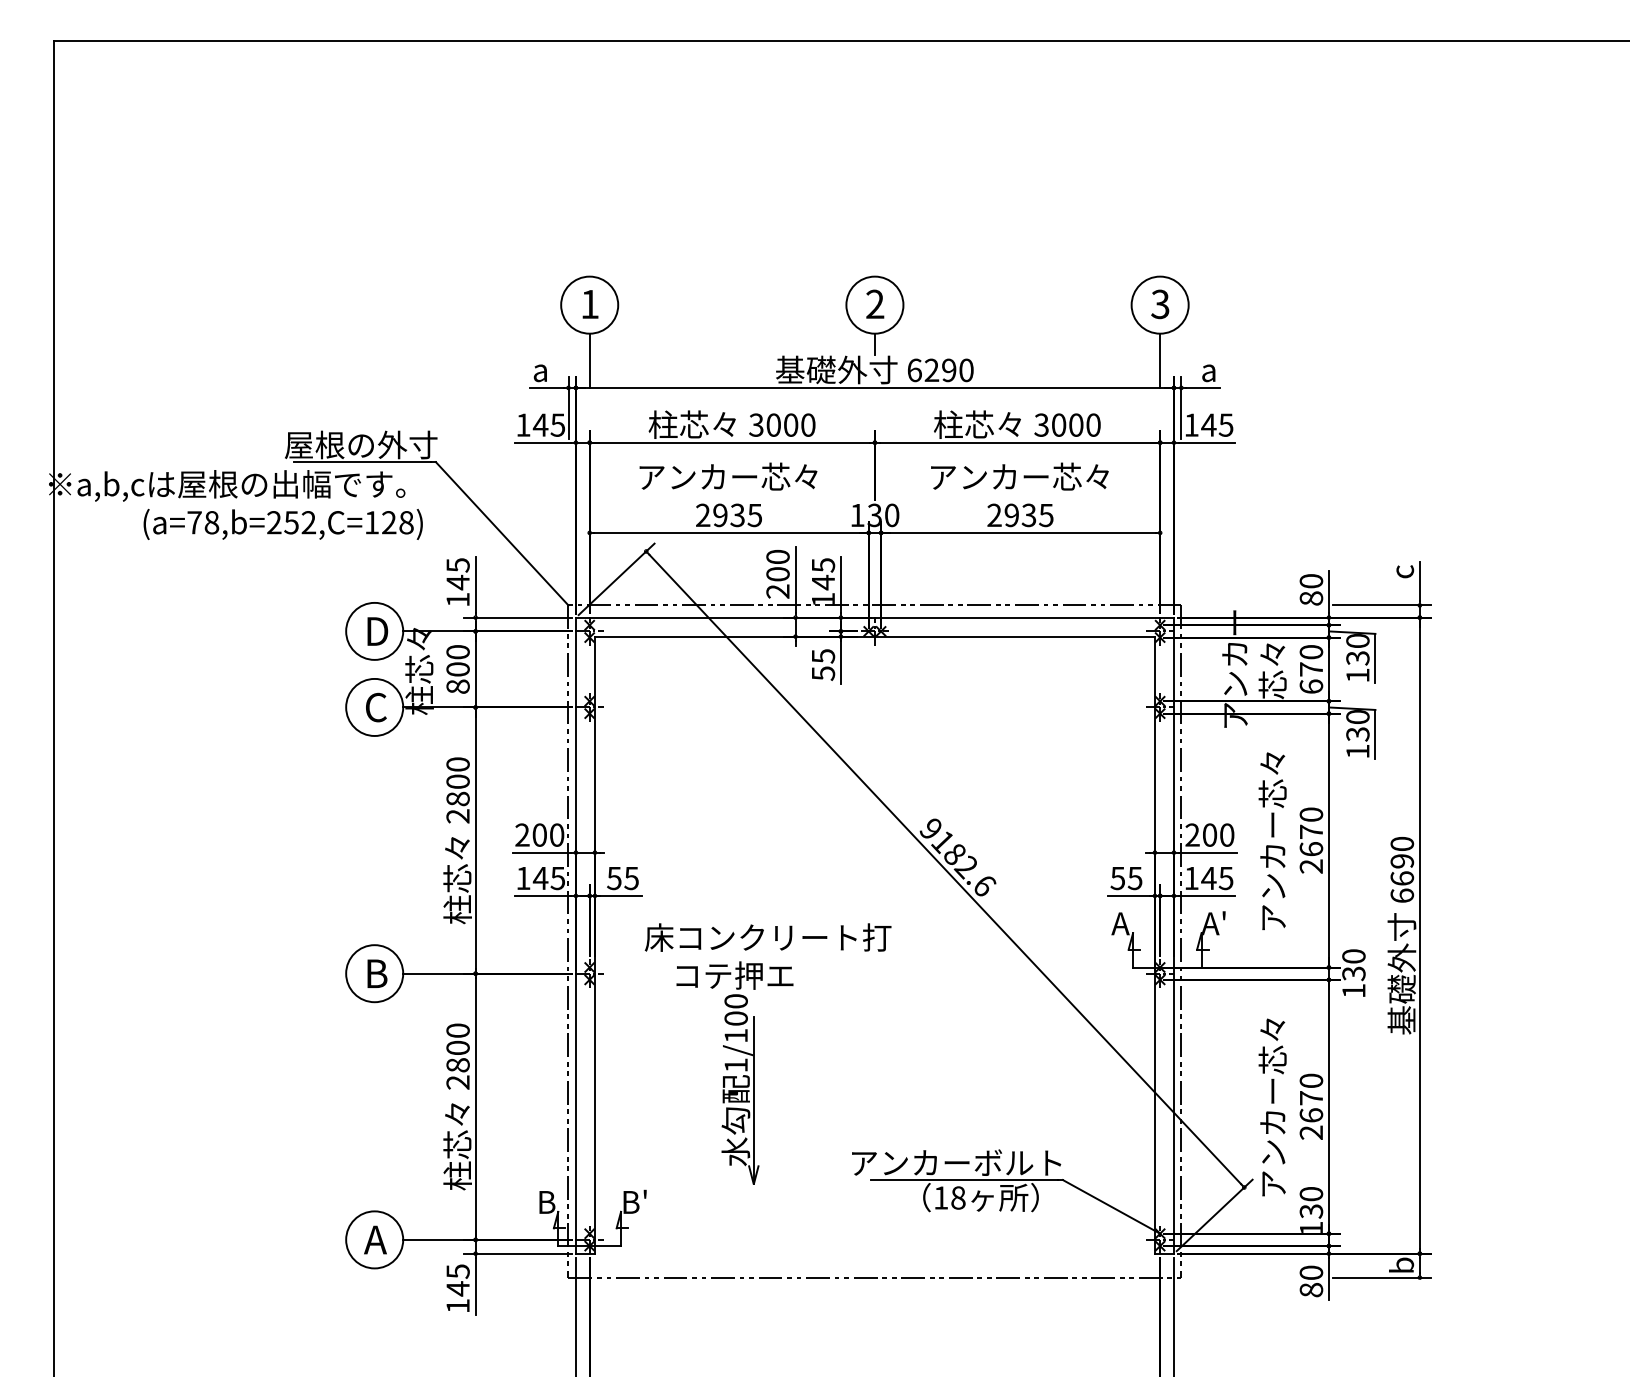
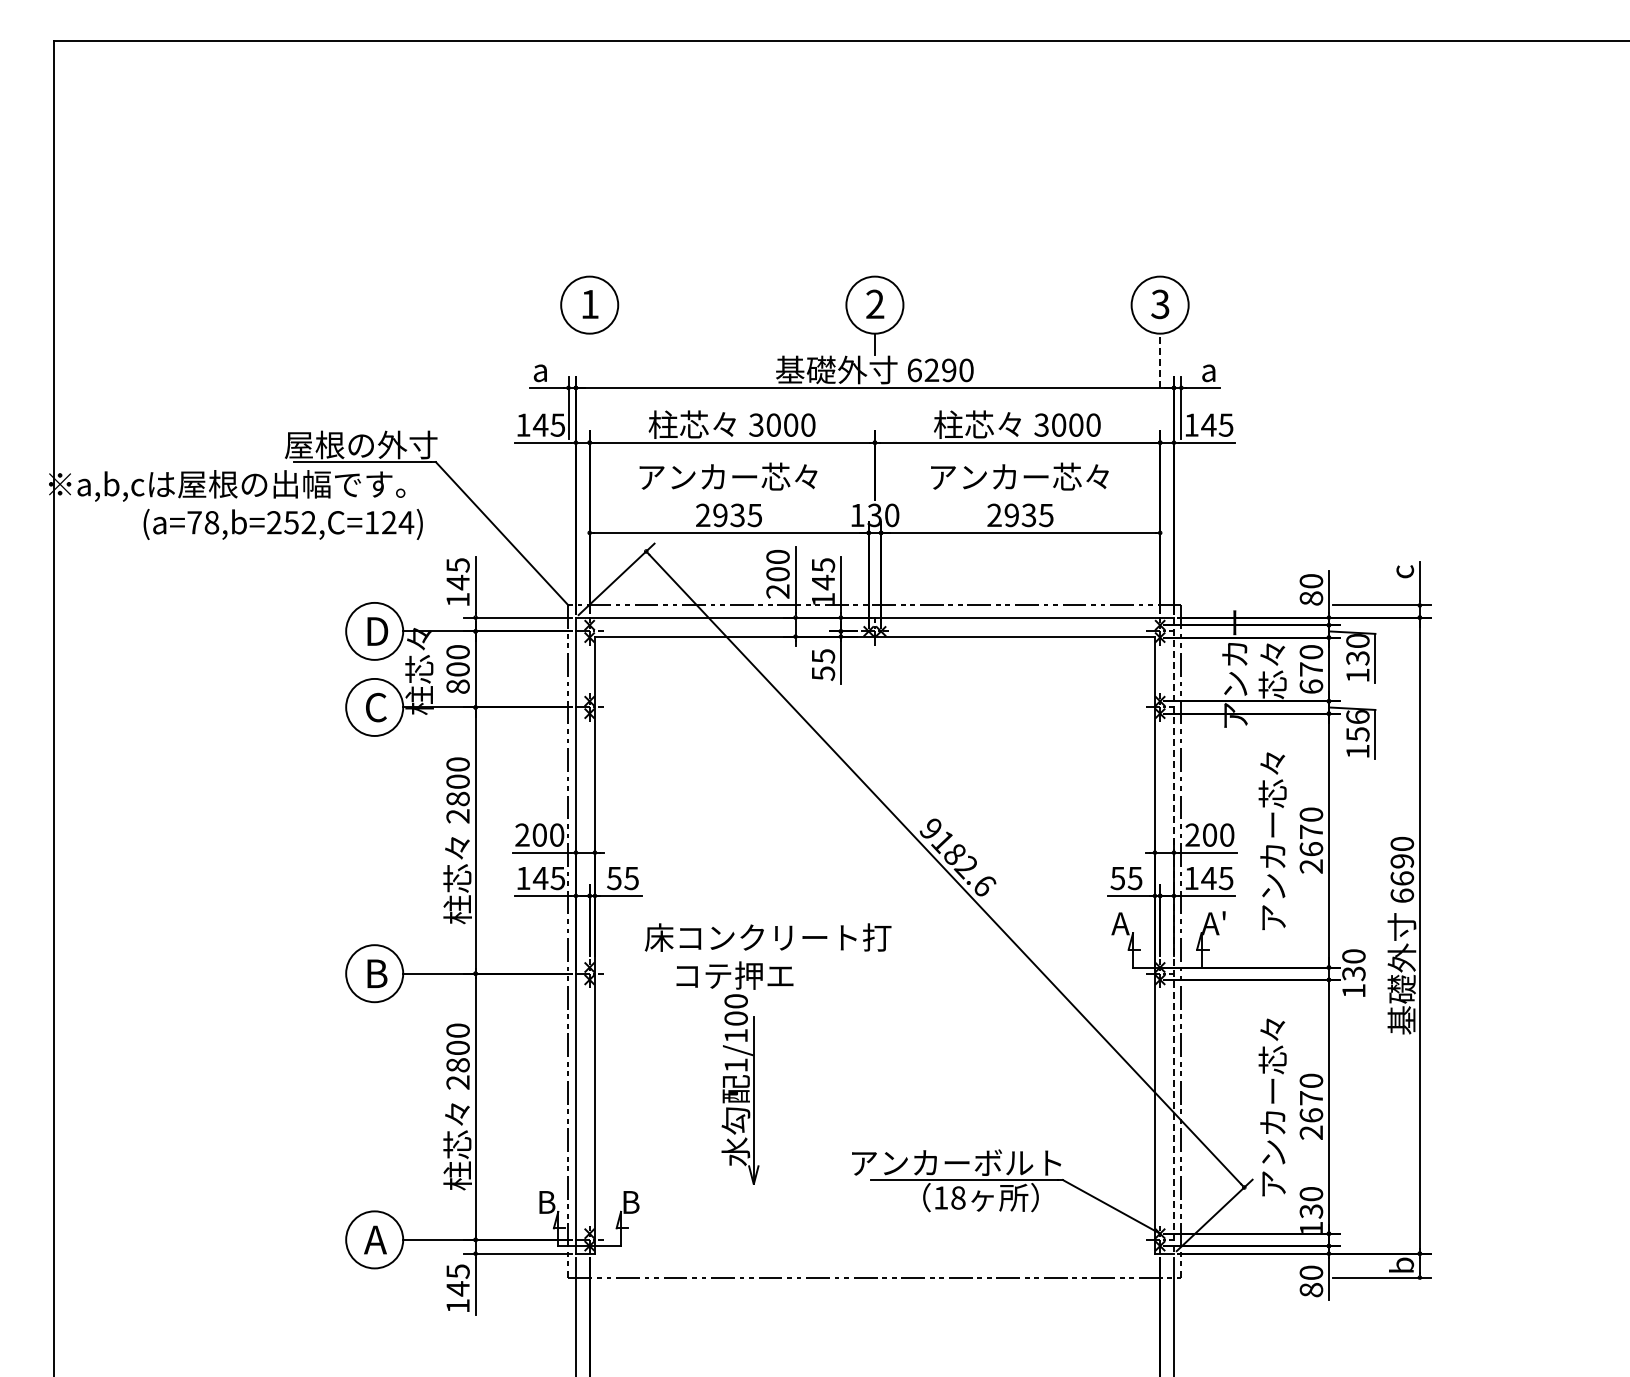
line at (589, 360): present -> none
line at (1160, 360): solid -> dashed
text at (406, 522): (a=78,b=252,C=128) -> (a=78,b=252,C=124)
text at (1357, 725): 130 -> 156
line at (1173, 936): solid -> dashed
text at (644, 1193): B' -> B
